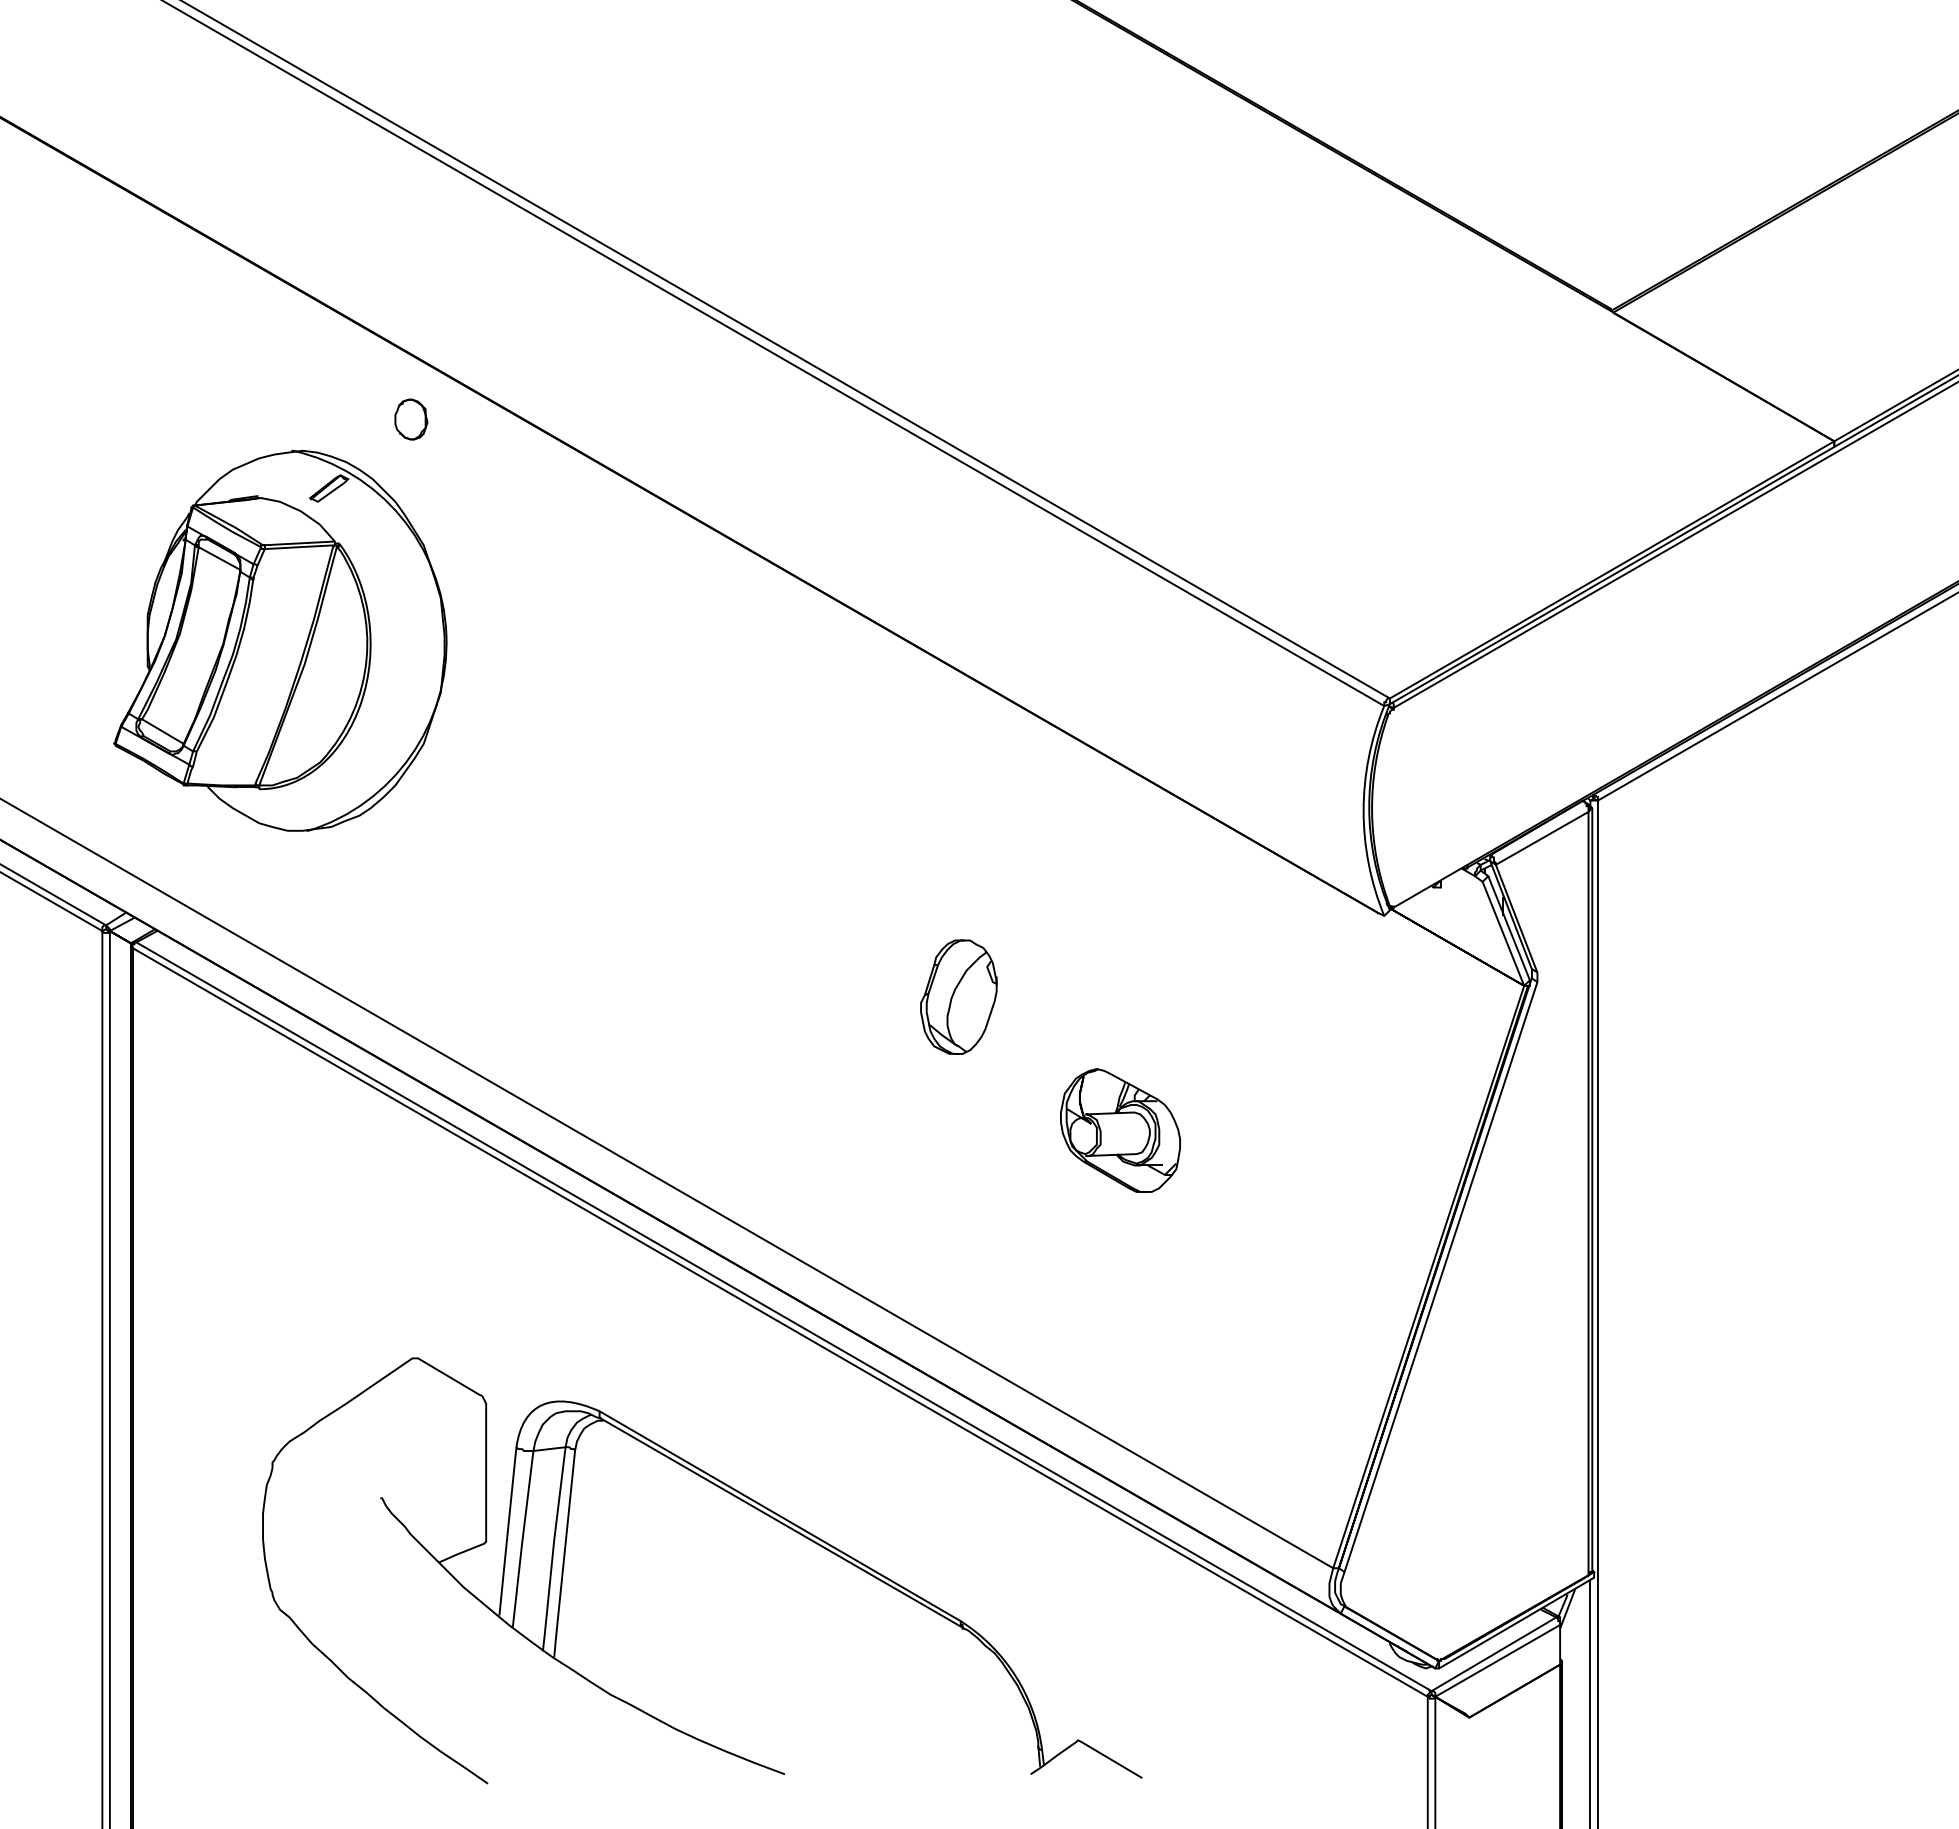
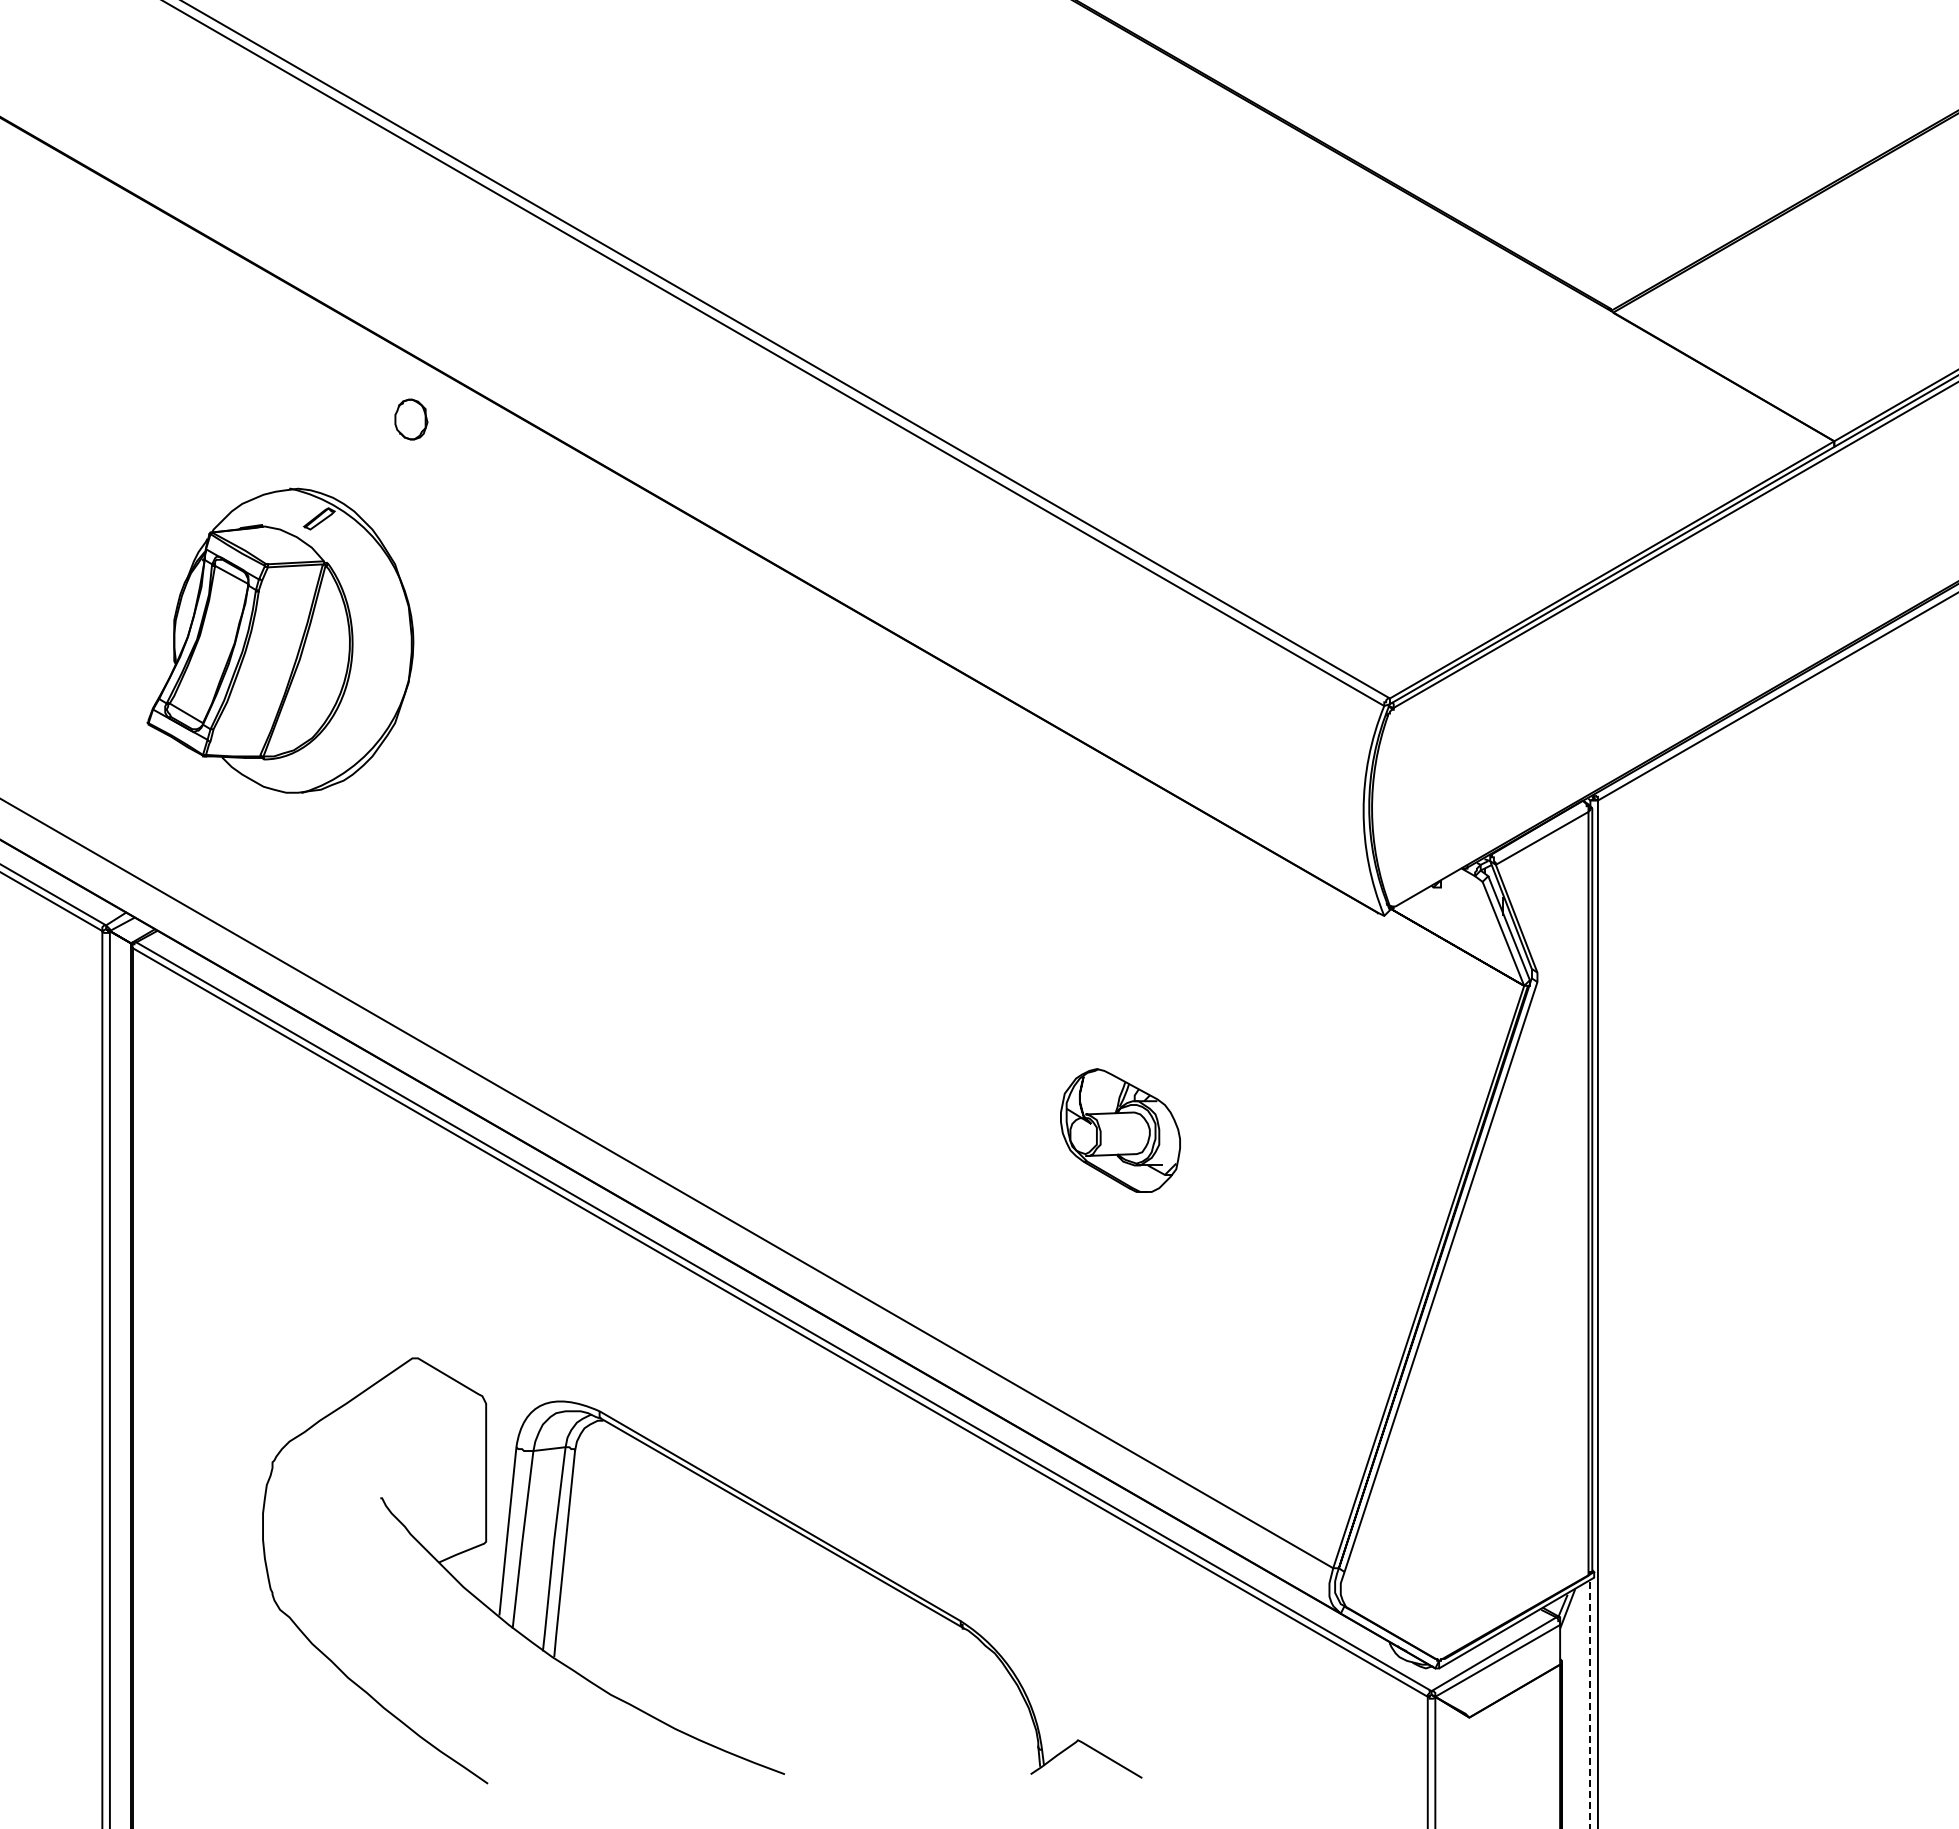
part at (280, 640) size: 335x383 px -> 269x307 px
part at (958, 996): present -> none
line at (1590, 1703): solid -> dashed
